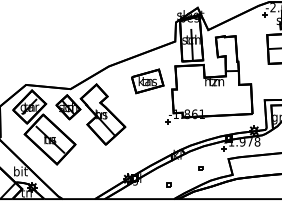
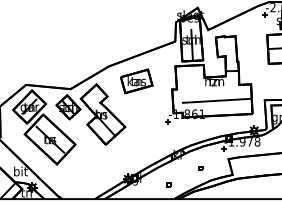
part at (147, 81) position: (147, 81) -> (136, 81)
line at (216, 100): none -> present
